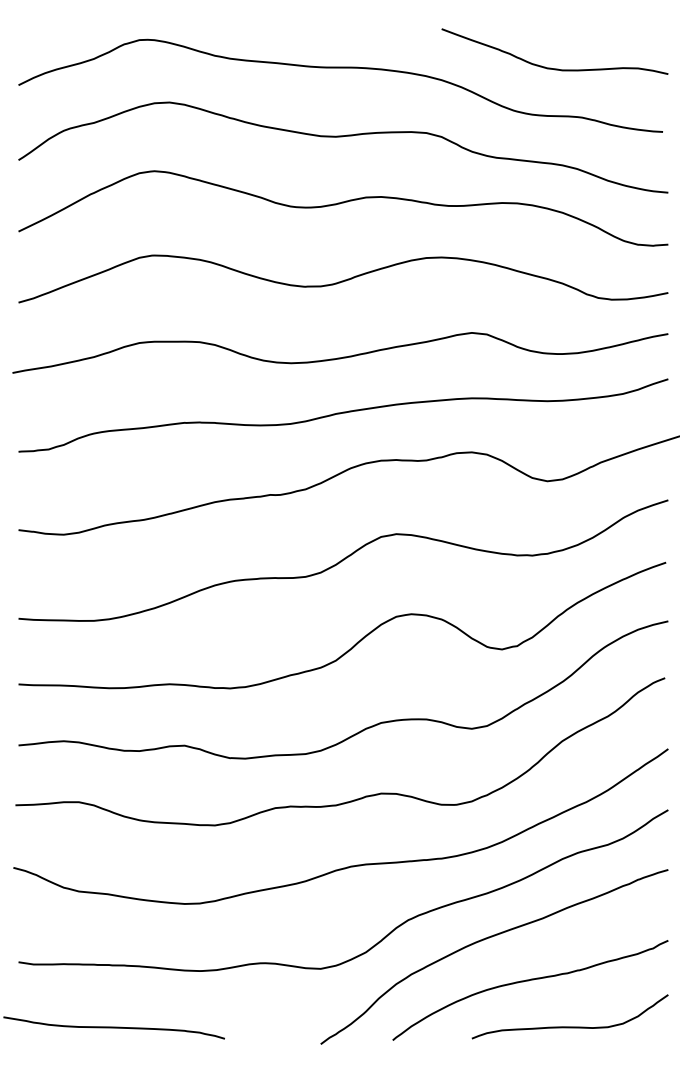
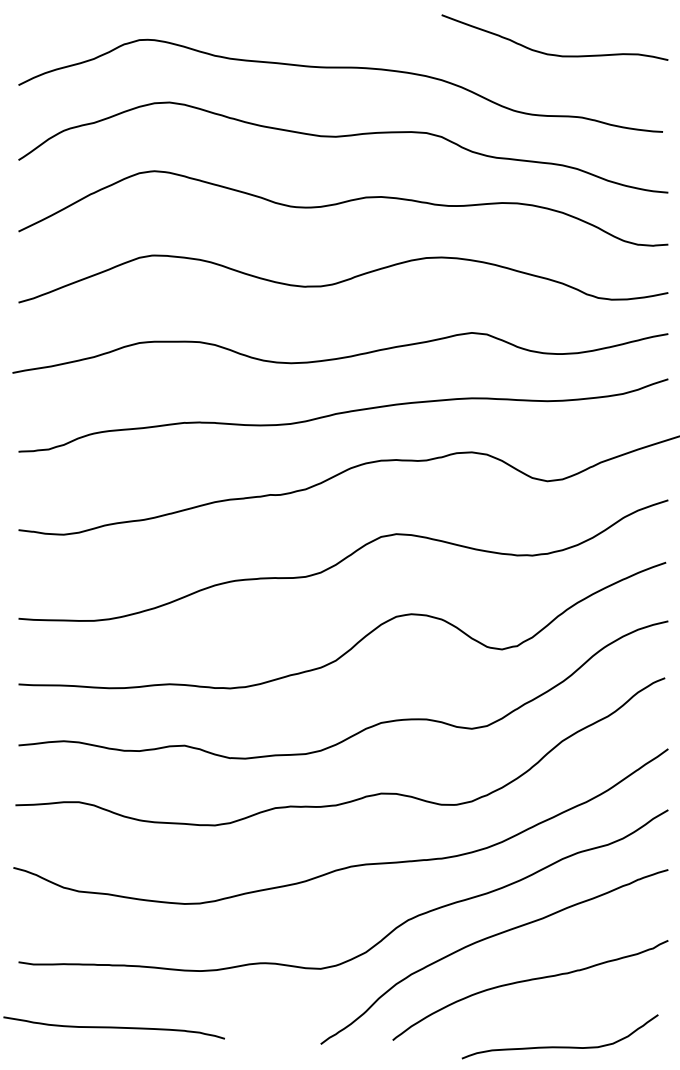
curve at (551, 67) position: (551, 67) -> (551, 53)
curve at (569, 1026) position: (569, 1026) -> (559, 1046)
